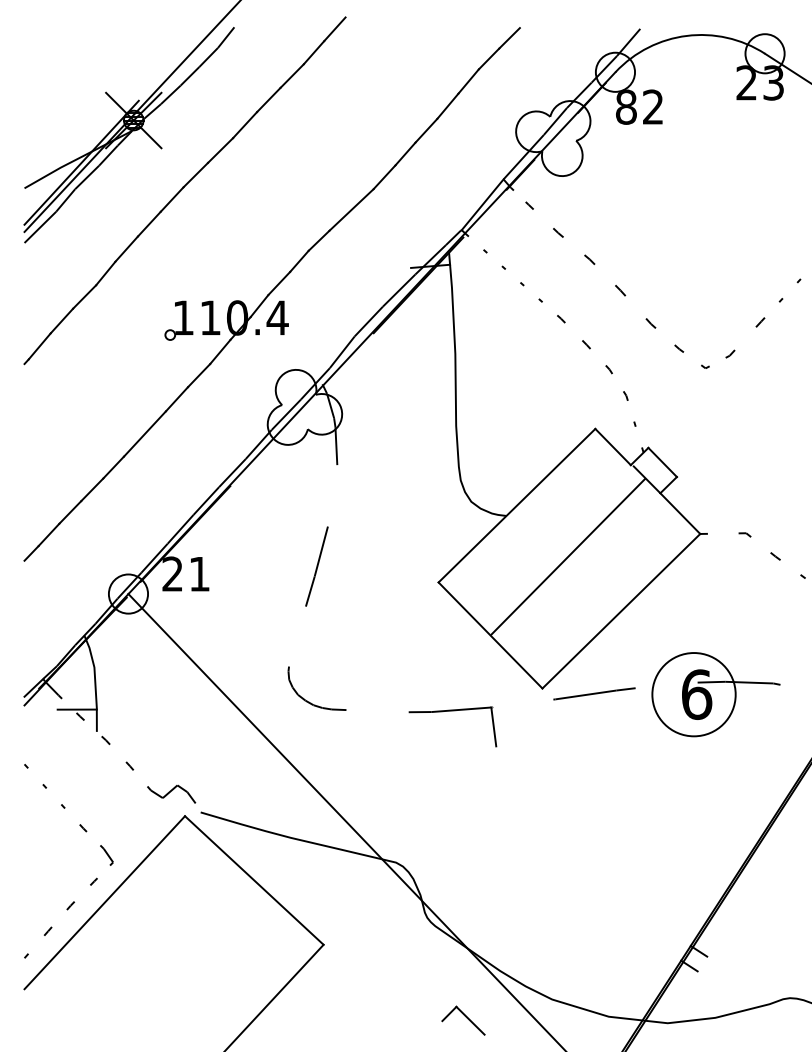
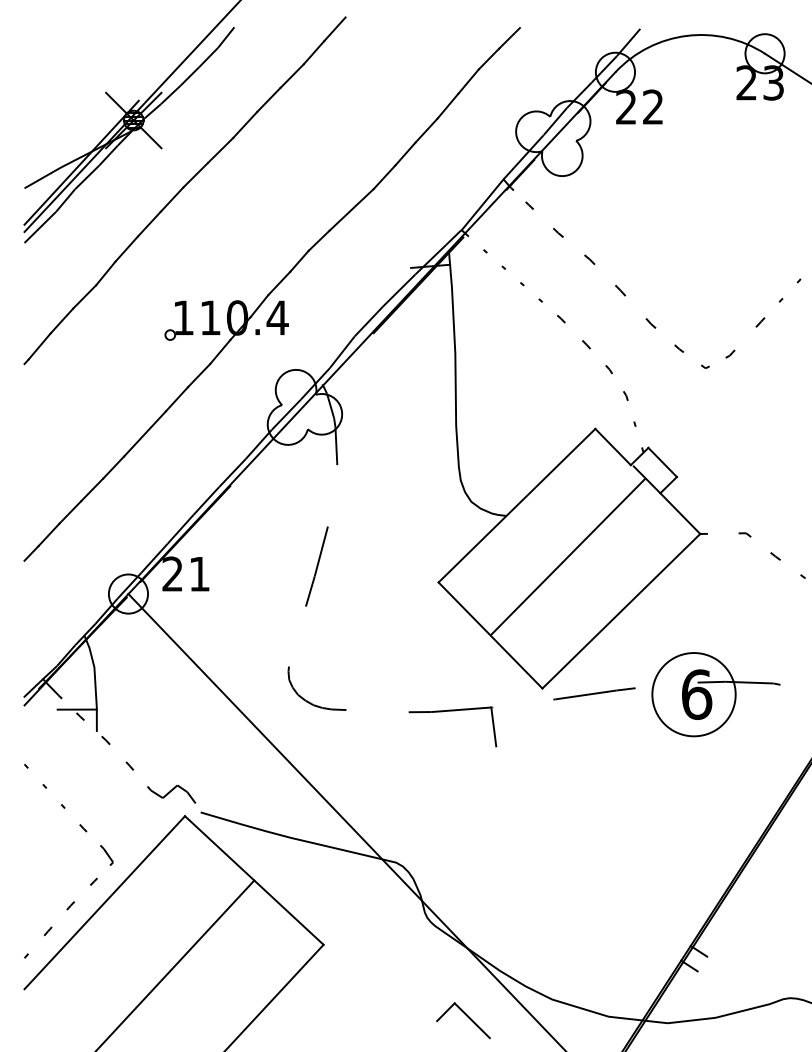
text at (626, 106): 82 -> 22
line at (176, 964): none -> present
part at (463, 1020) size: 45x31 px -> 55x38 px
